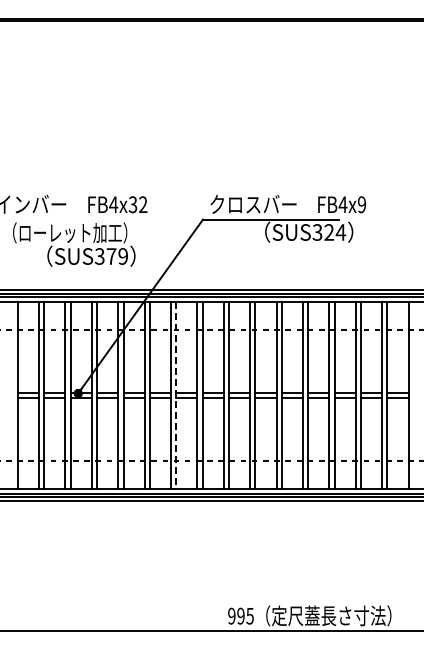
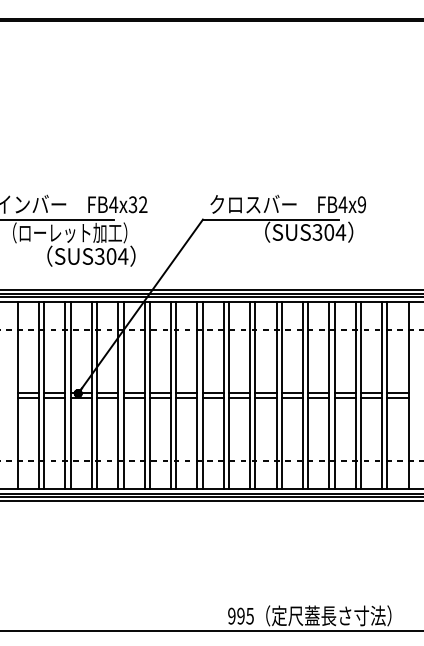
line at (57, 219): none -> present
text at (329, 232): SUS324 -> SUS304
text at (117, 256): SUS379 -> SUS304
line at (176, 395): dashed -> solid
